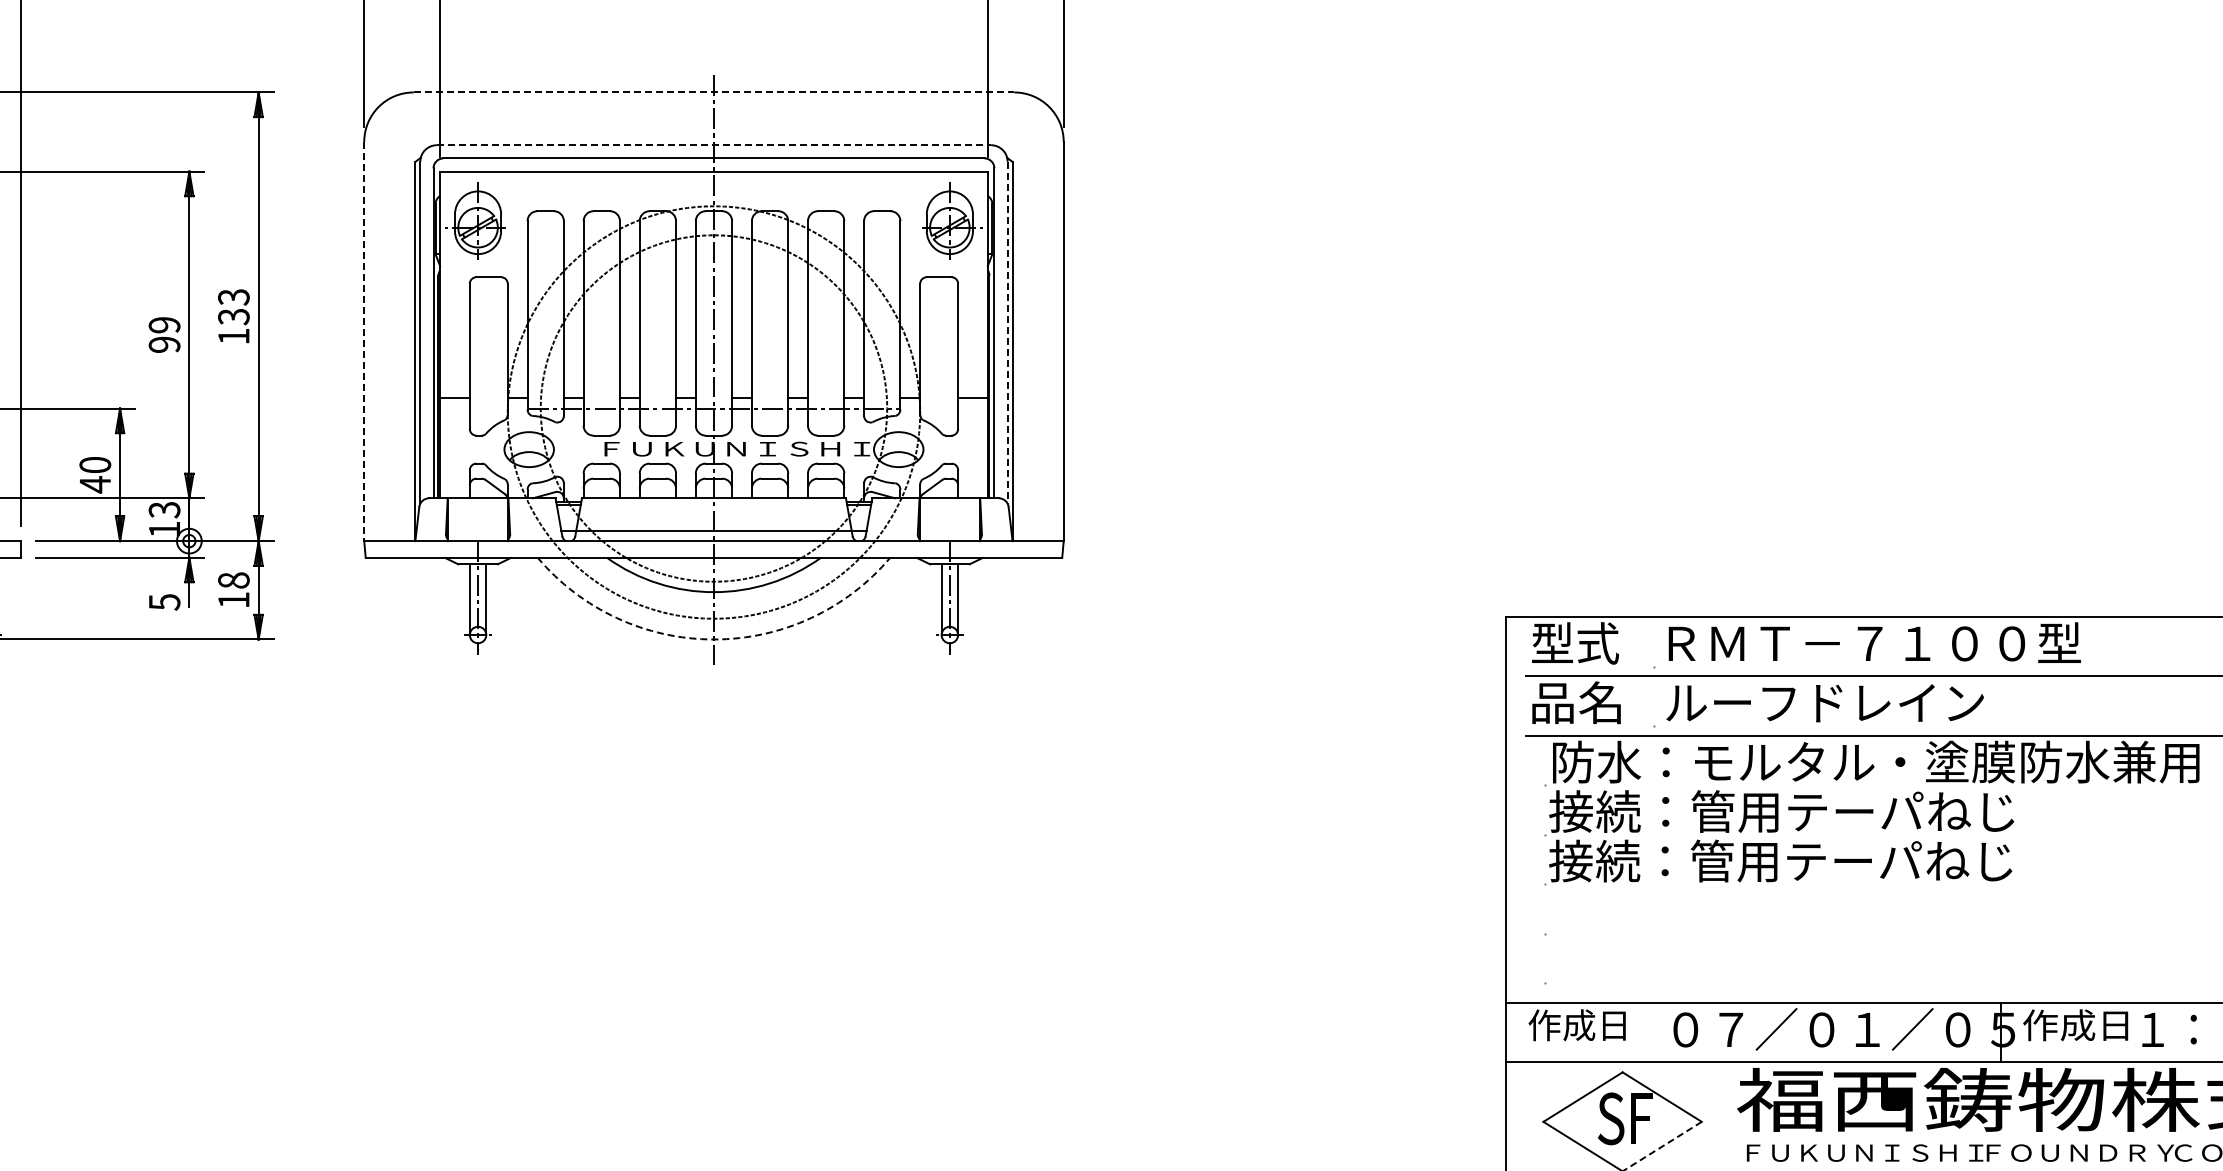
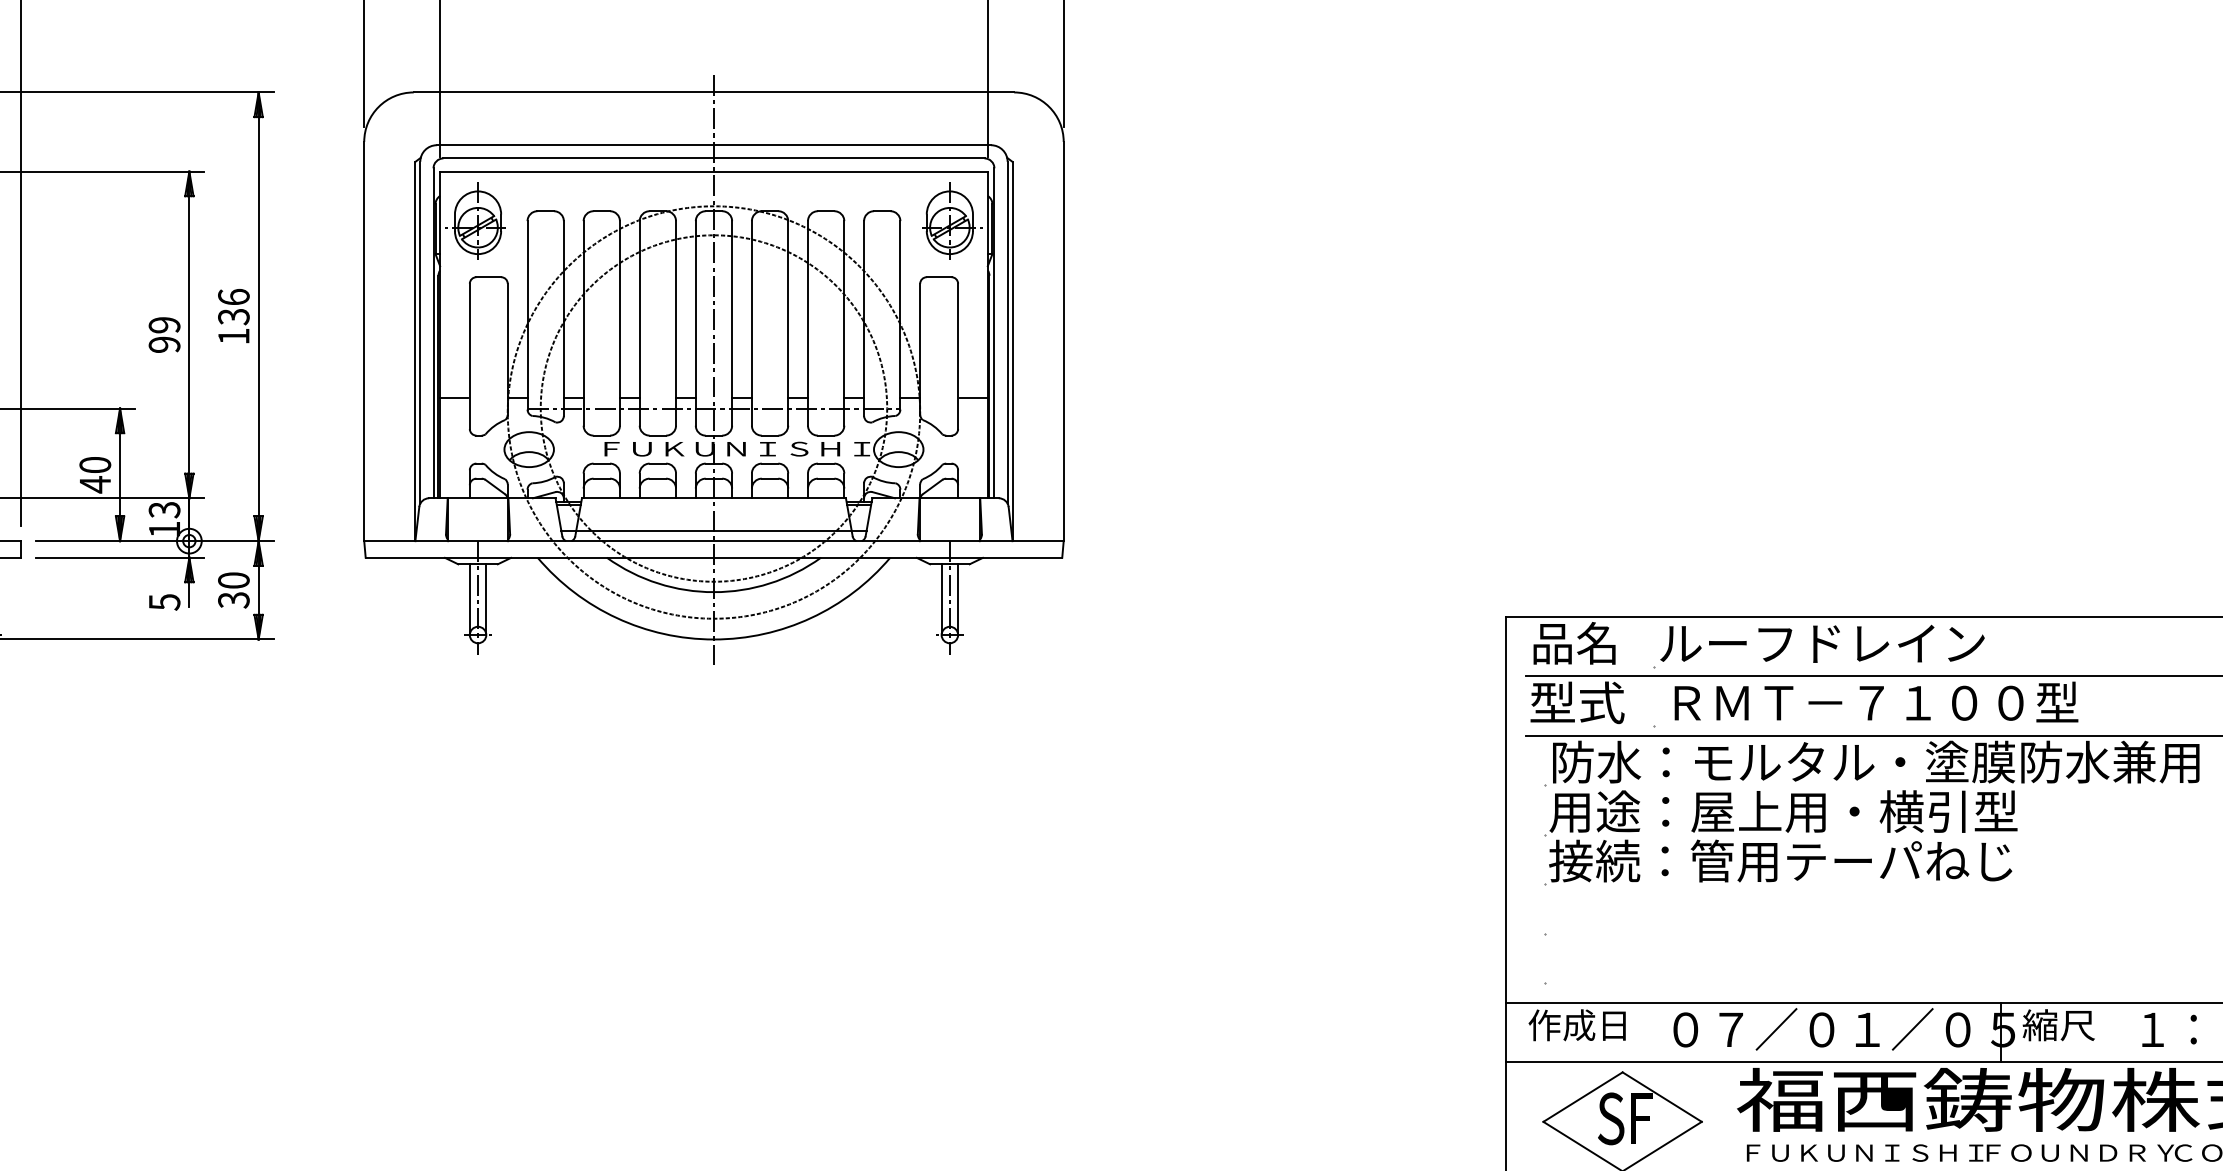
line at (714, 92): dashed -> solid
line at (714, 145): dashed -> solid
text at (233, 296): 133 -> 136
line at (1007, 332): dashed -> solid
line at (364, 341): dashed -> solid
text at (233, 590): 18 -> 30
arc at (713, 639): dashed -> solid
text at (1870, 642): ＲＭＴ－７１００型 -> ルーフドレイン
text at (1575, 643): 型式 -> 品名
text at (1872, 701): ルーフドレイン -> ＲＭＴ－７１００型
text at (1577, 702): 品名 -> 型式
text at (1783, 811): 接続：管用テーパねじ -> 用途：屋上用・横引型
text at (2075, 1025): 作成日 -> 縮尺
line at (1662, 1146): dashed -> solid
